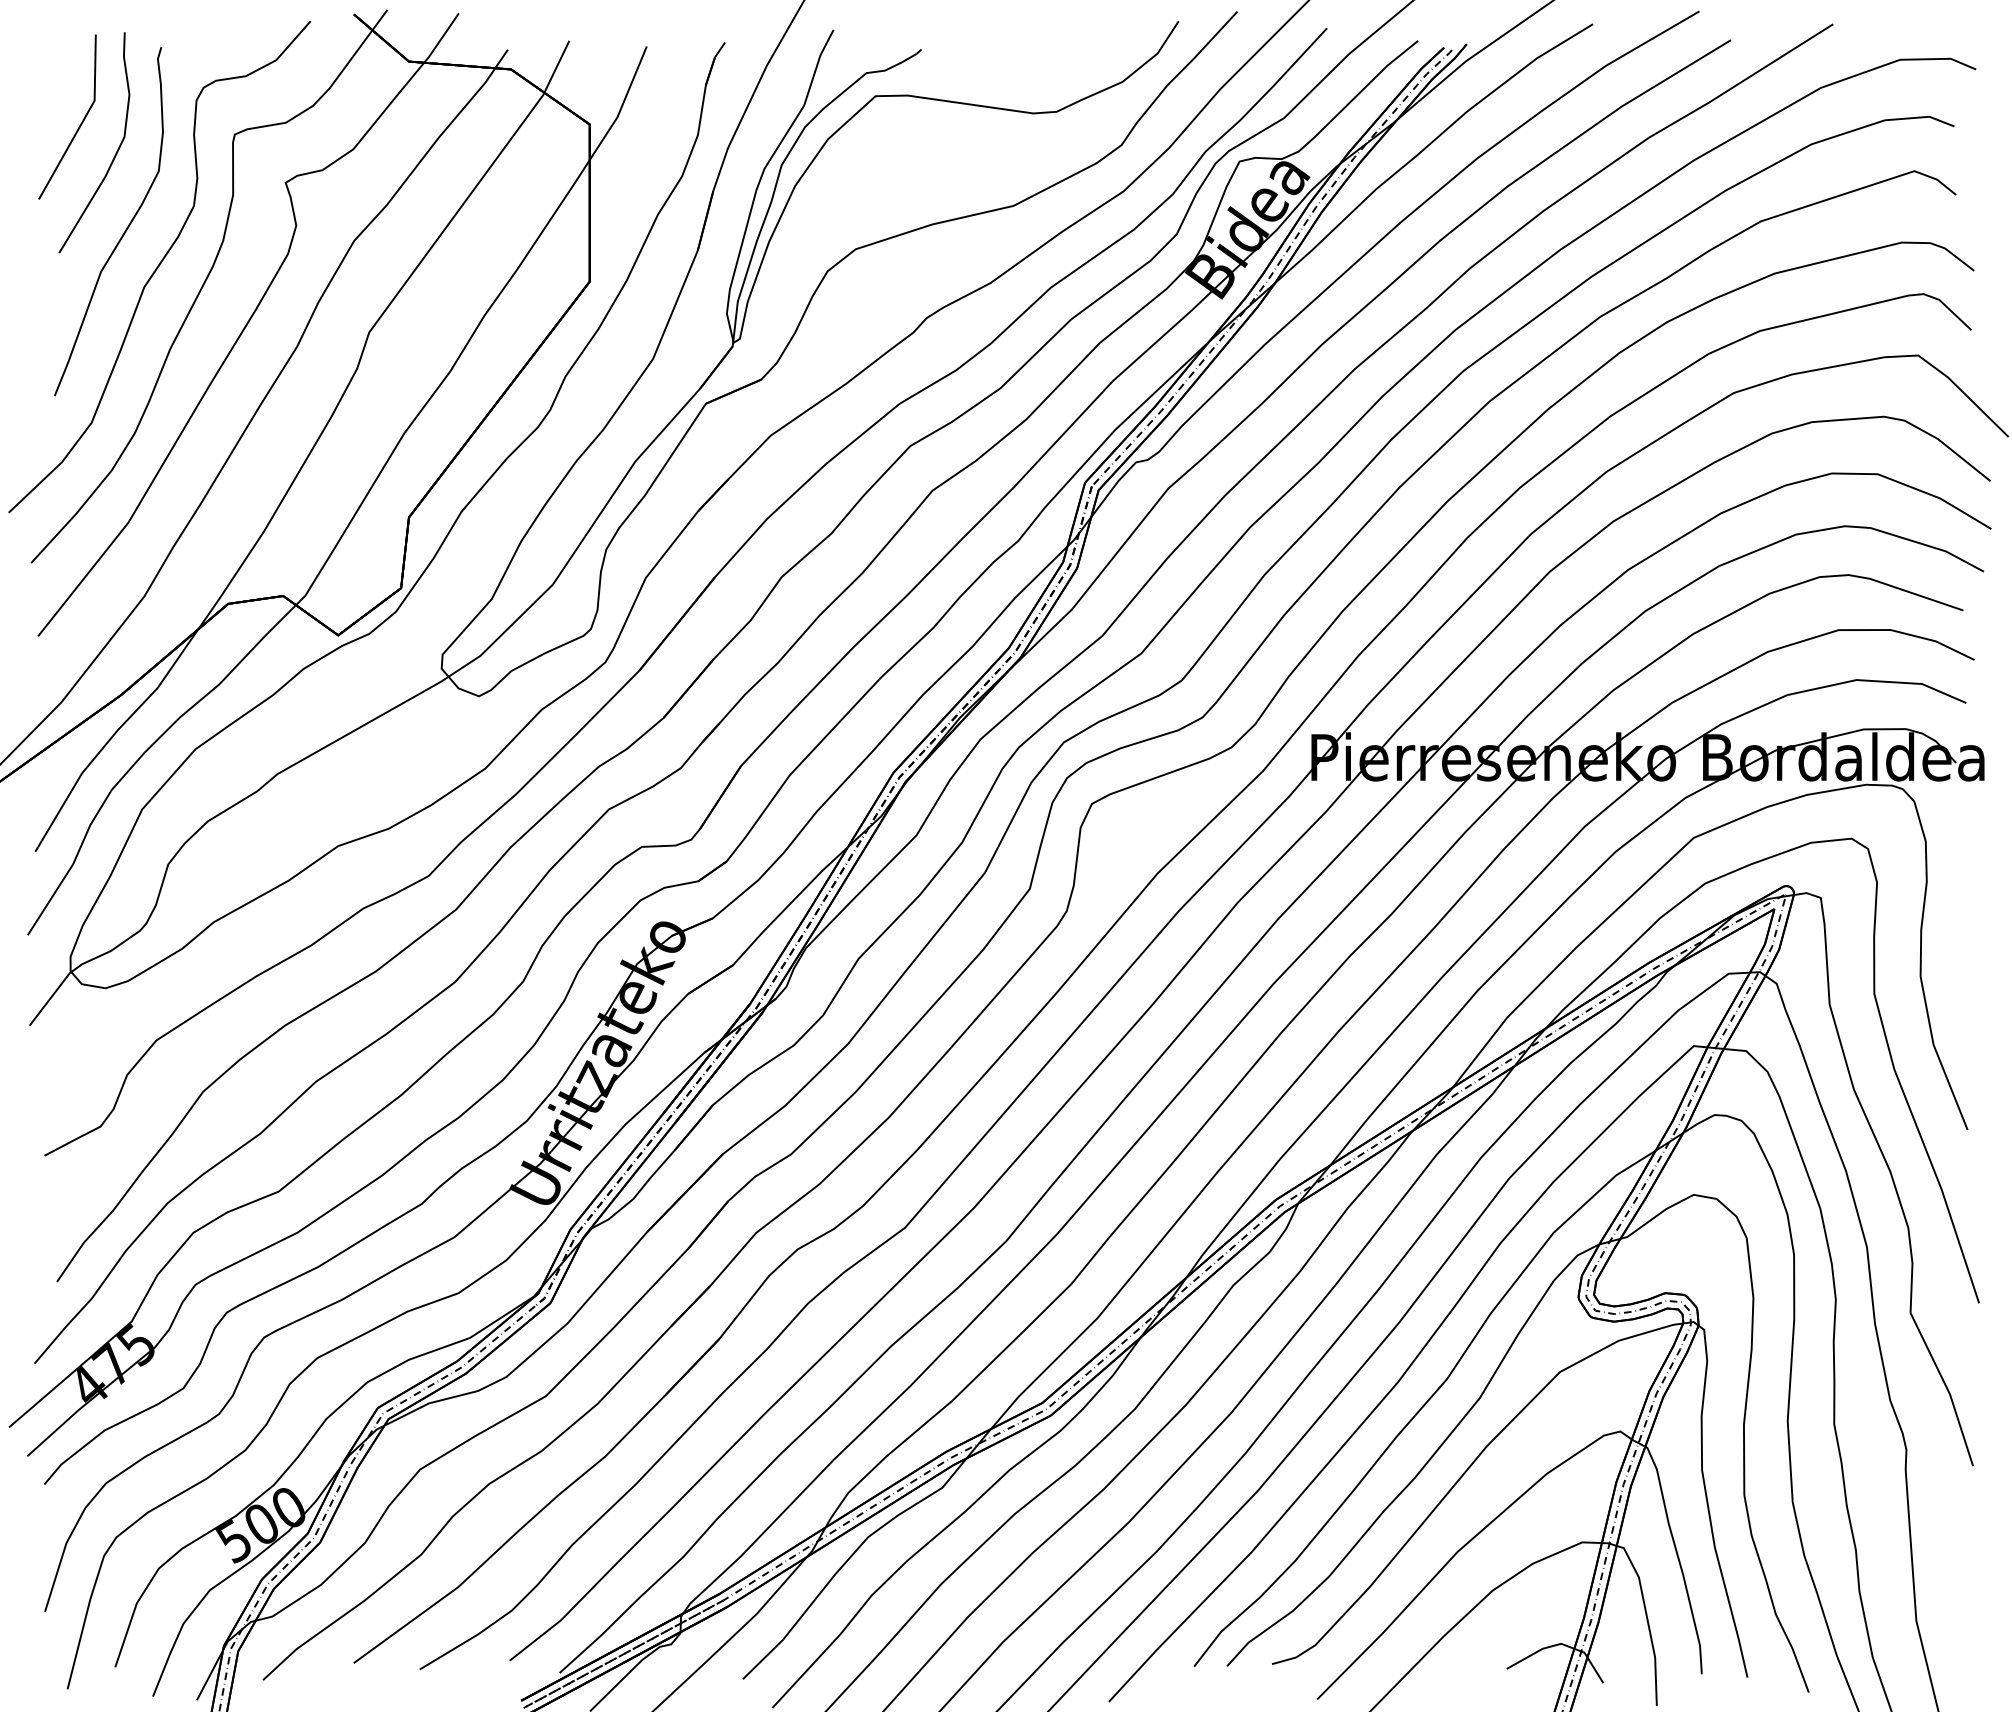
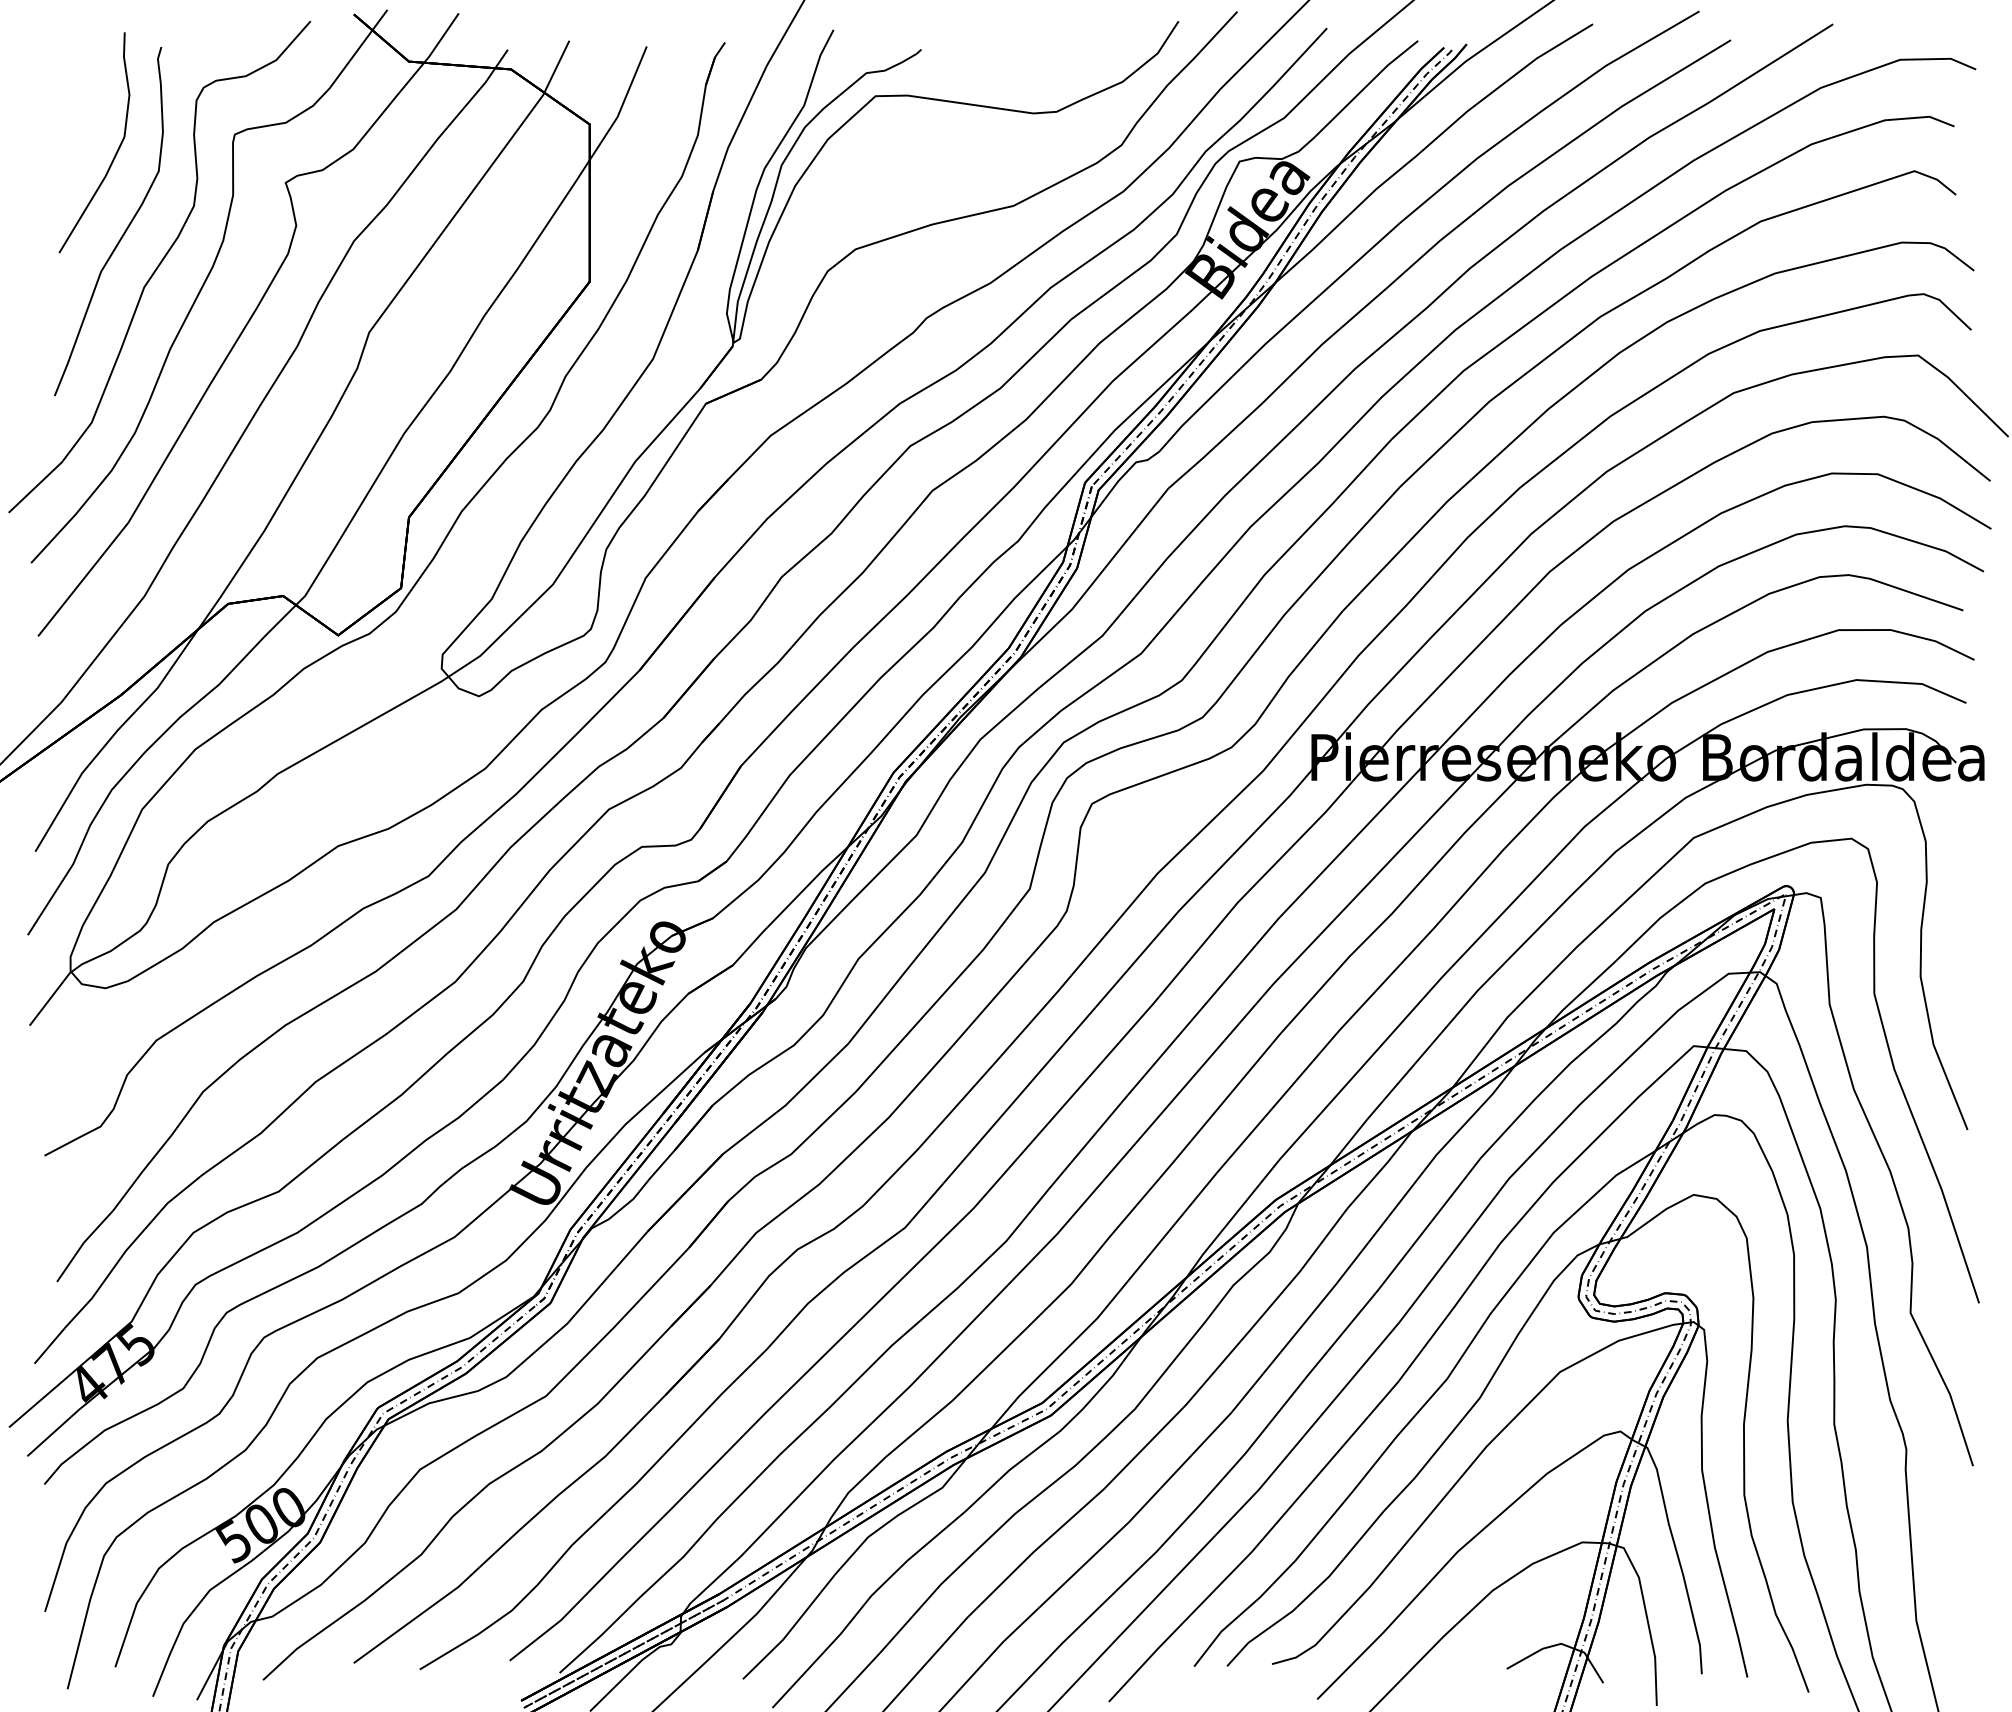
line at (80, 123): present -> none
